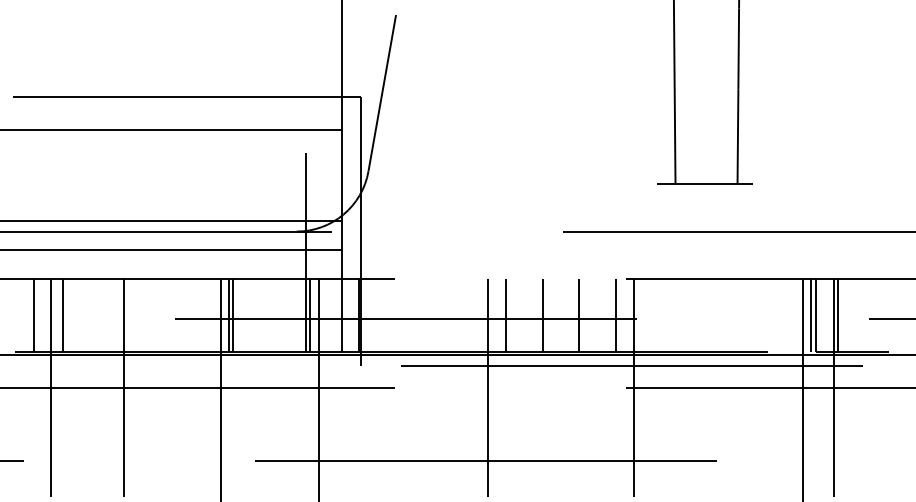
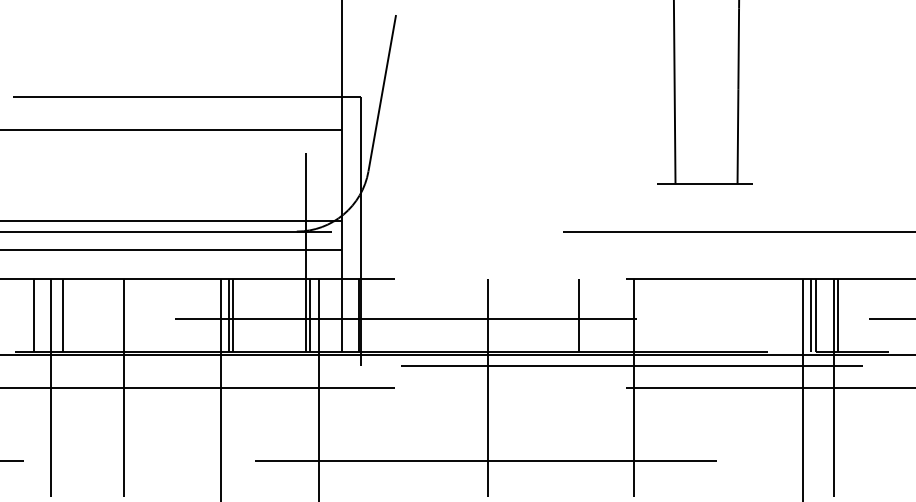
line at (505, 314): present -> none
line at (542, 314): present -> none
line at (616, 314): present -> none
